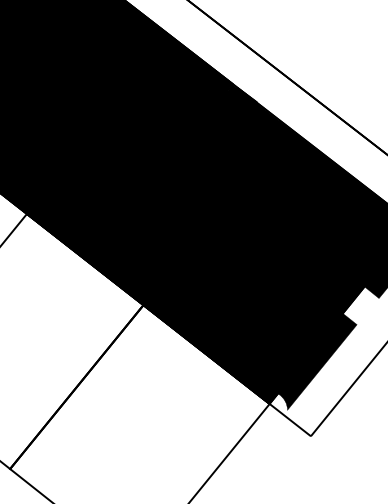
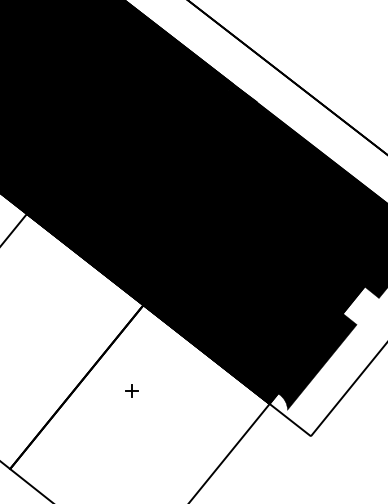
part at (131, 390): none -> present
